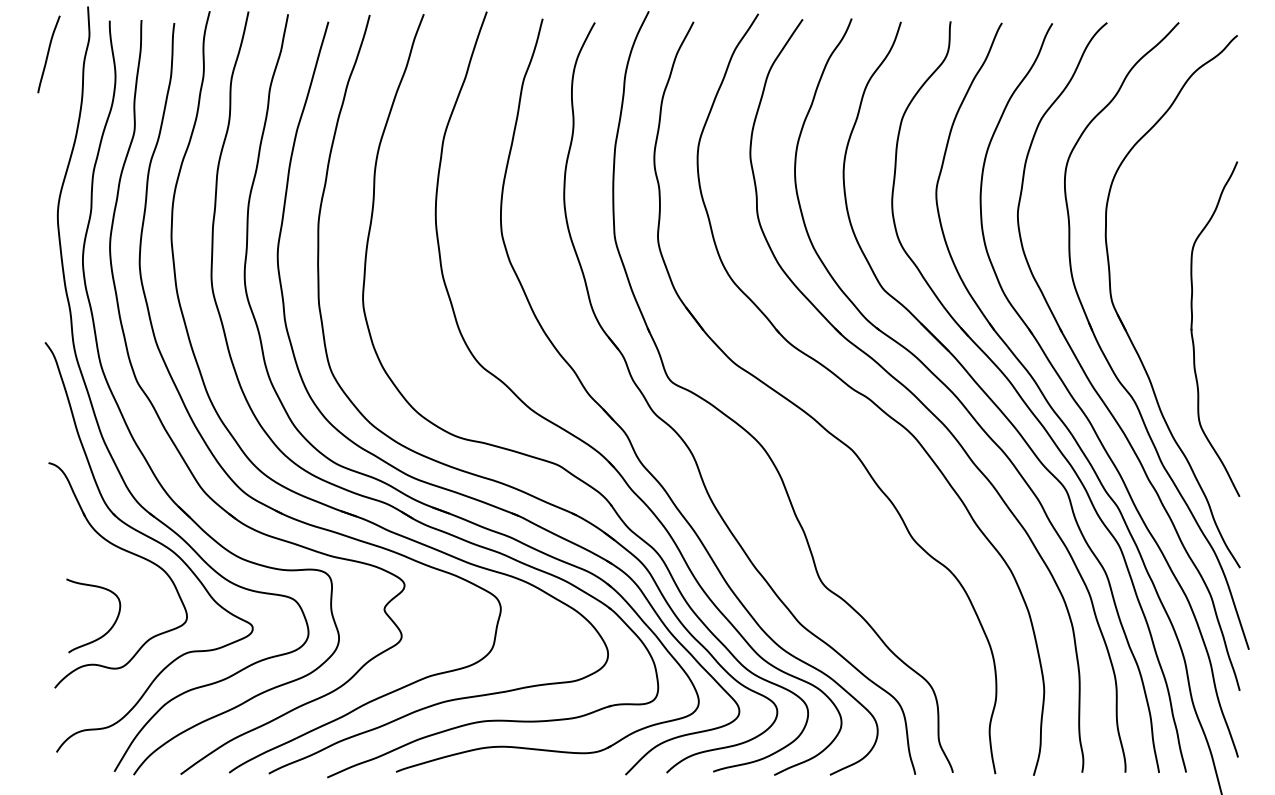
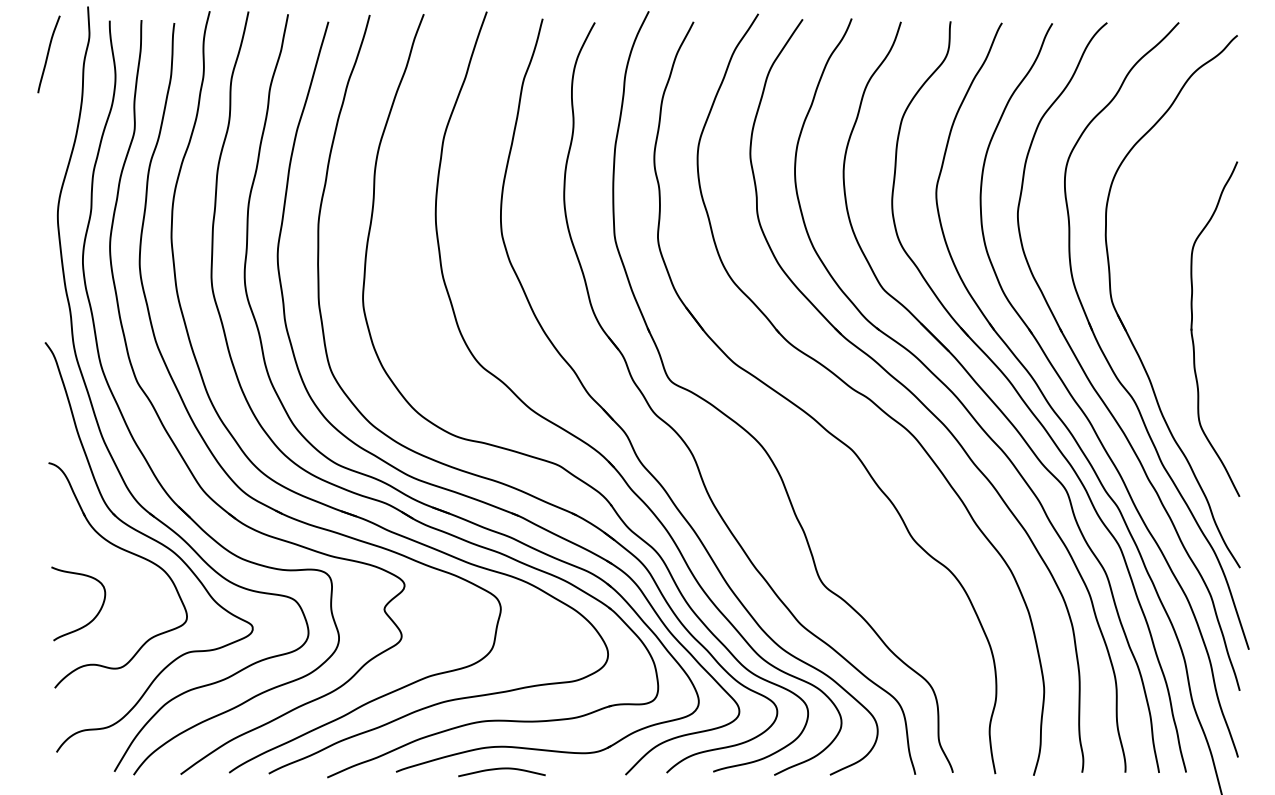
curve at (109, 628) position: (109, 628) -> (94, 616)
curve at (501, 769): none -> present
